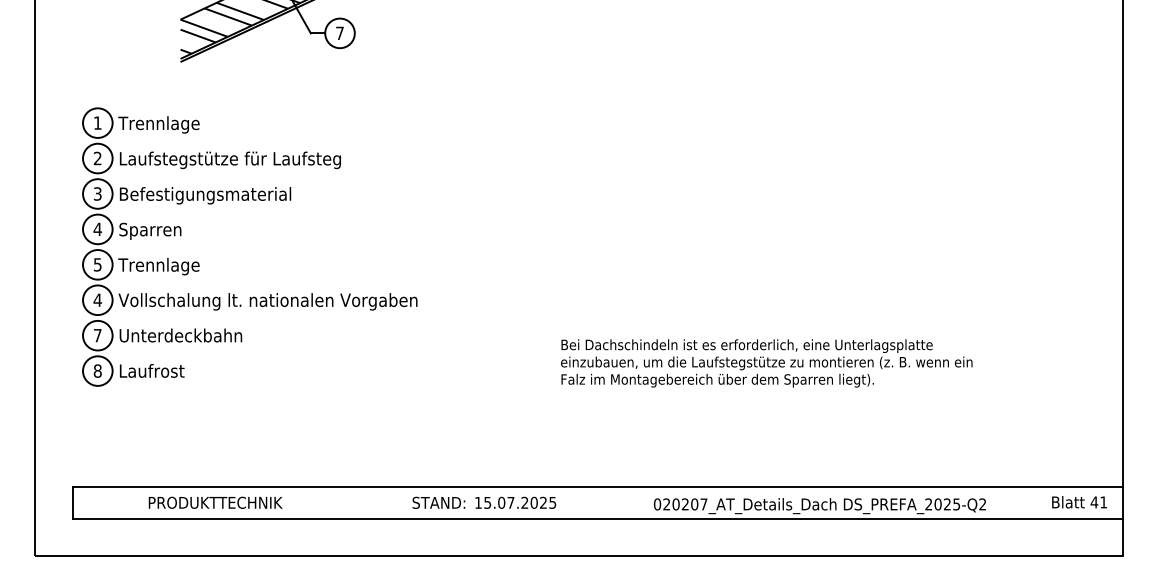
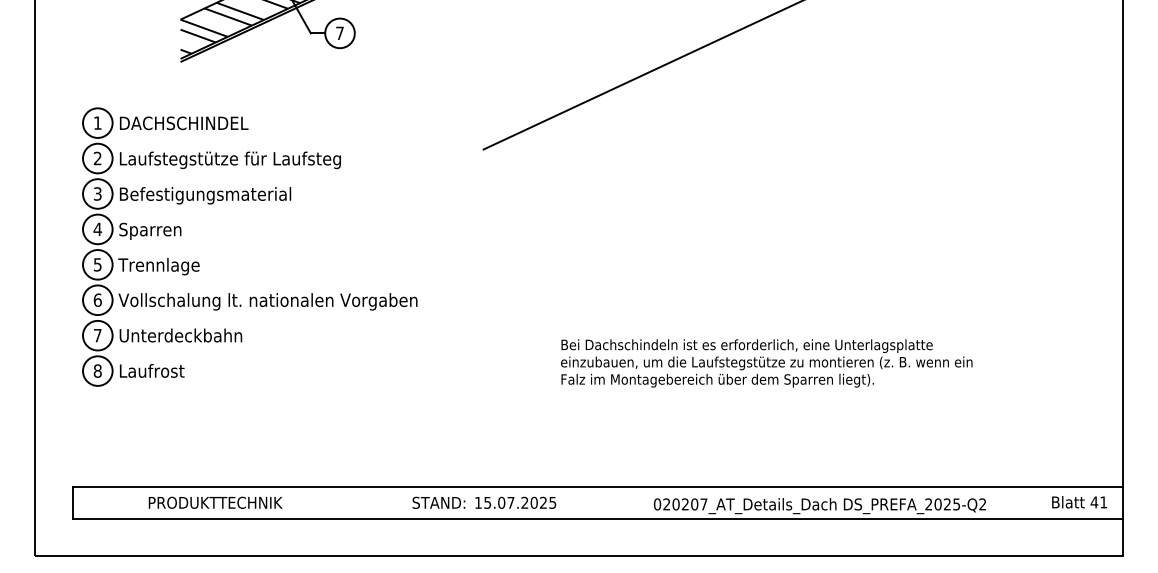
line at (641, 75): none -> present
text at (183, 124): Trennlage -> DACHSCHINDEL
text at (97, 299): 4 -> 6
